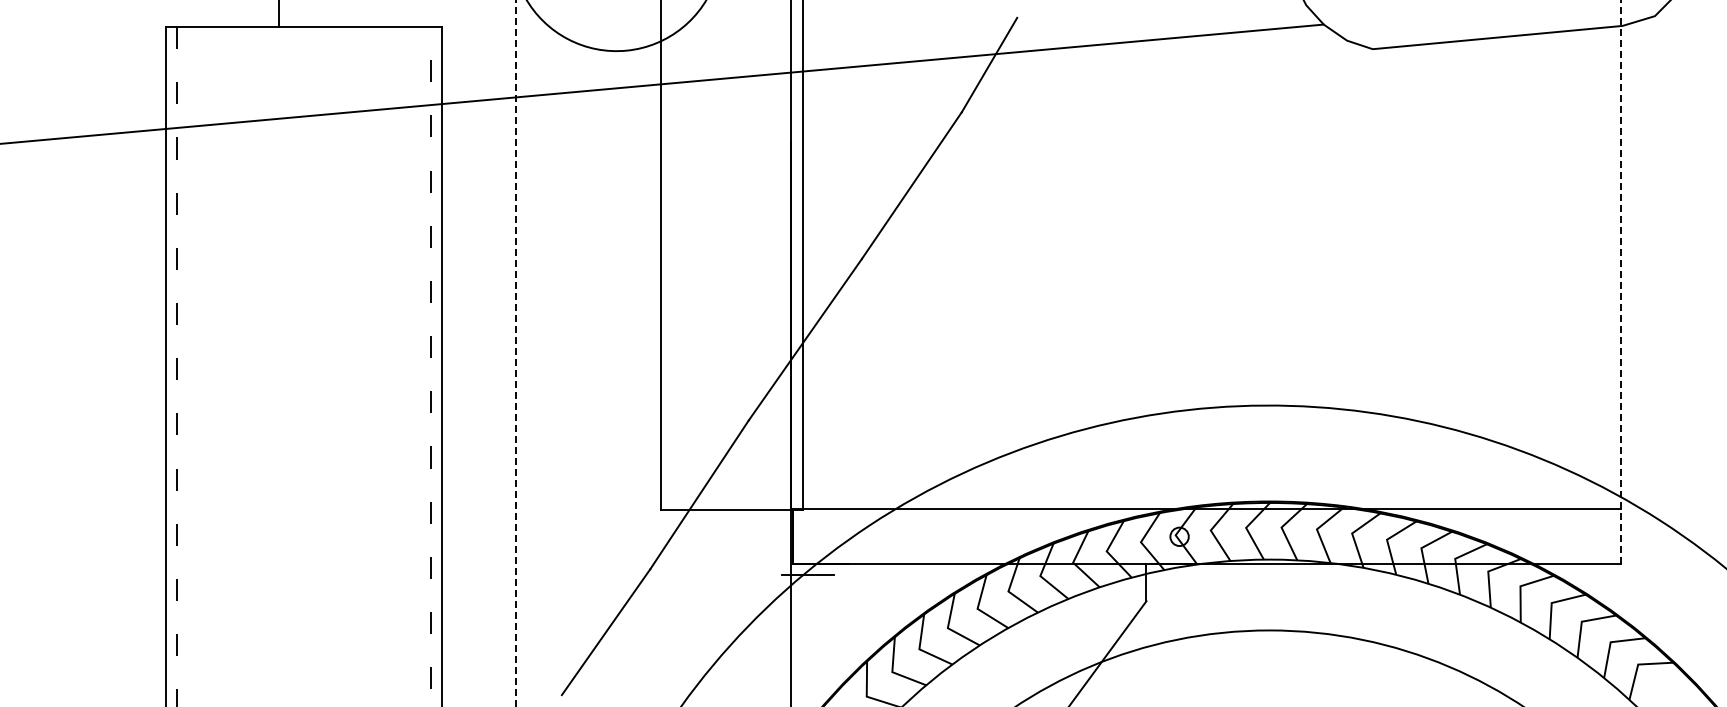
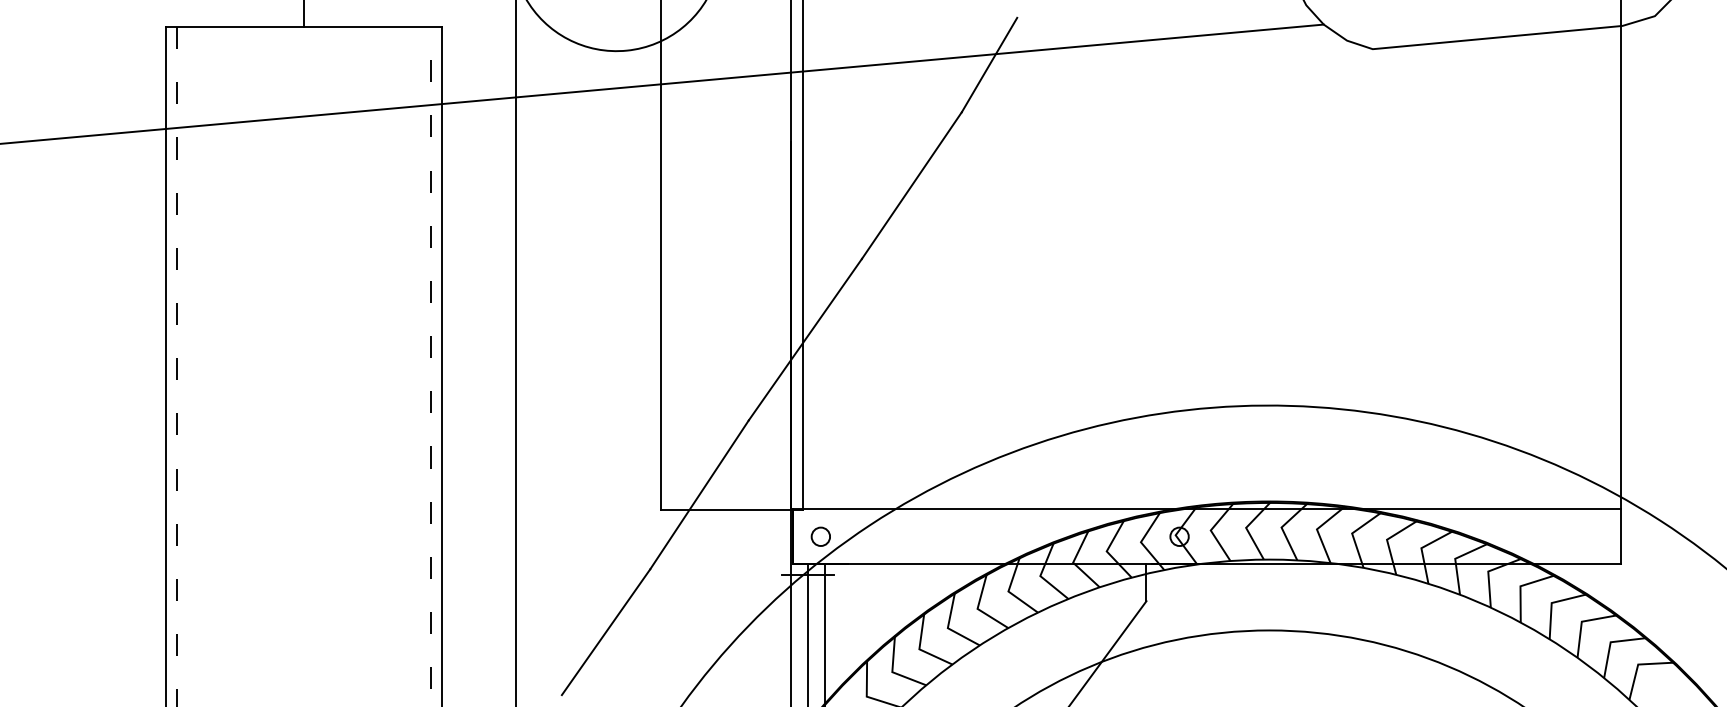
line at (278, 14) position: (278, 14) -> (303, 14)
line at (1621, 281): dashed -> solid
line at (515, 353): dashed -> solid
circle at (820, 536): none -> present
line at (808, 633): none -> present
line at (824, 633): none -> present
